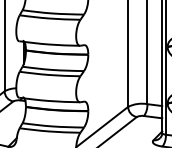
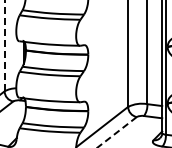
line at (4, 45): solid -> dashed
line at (117, 132): solid -> dashed
